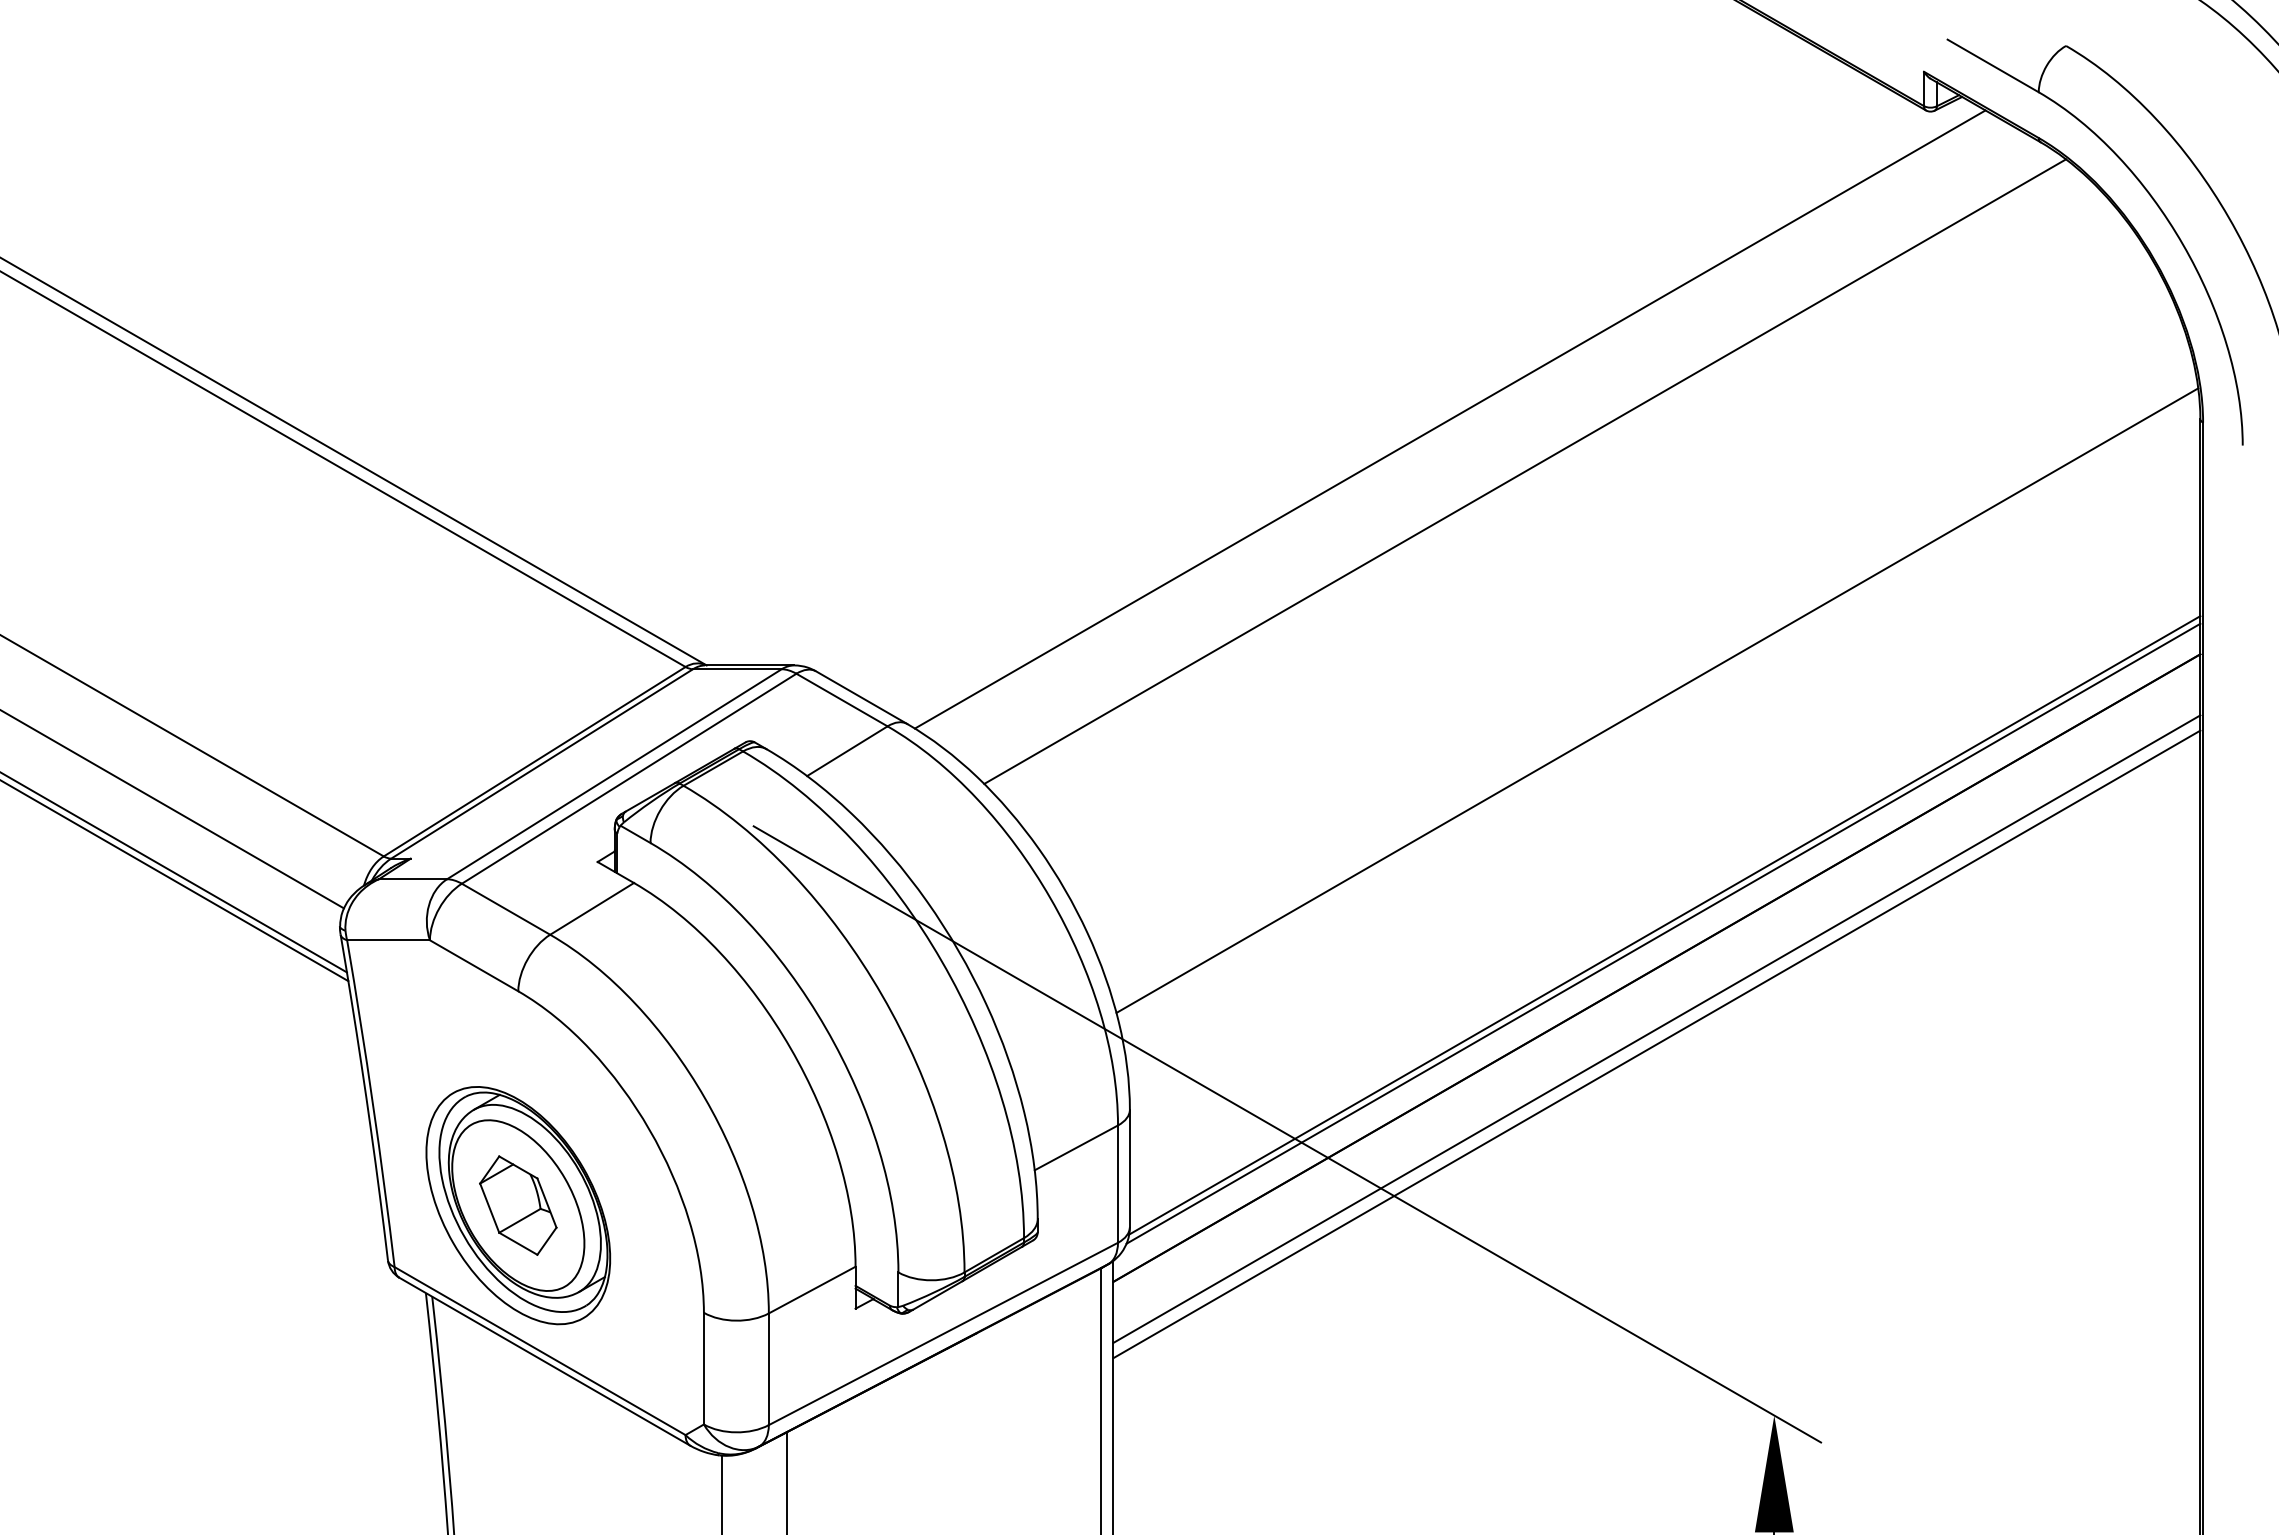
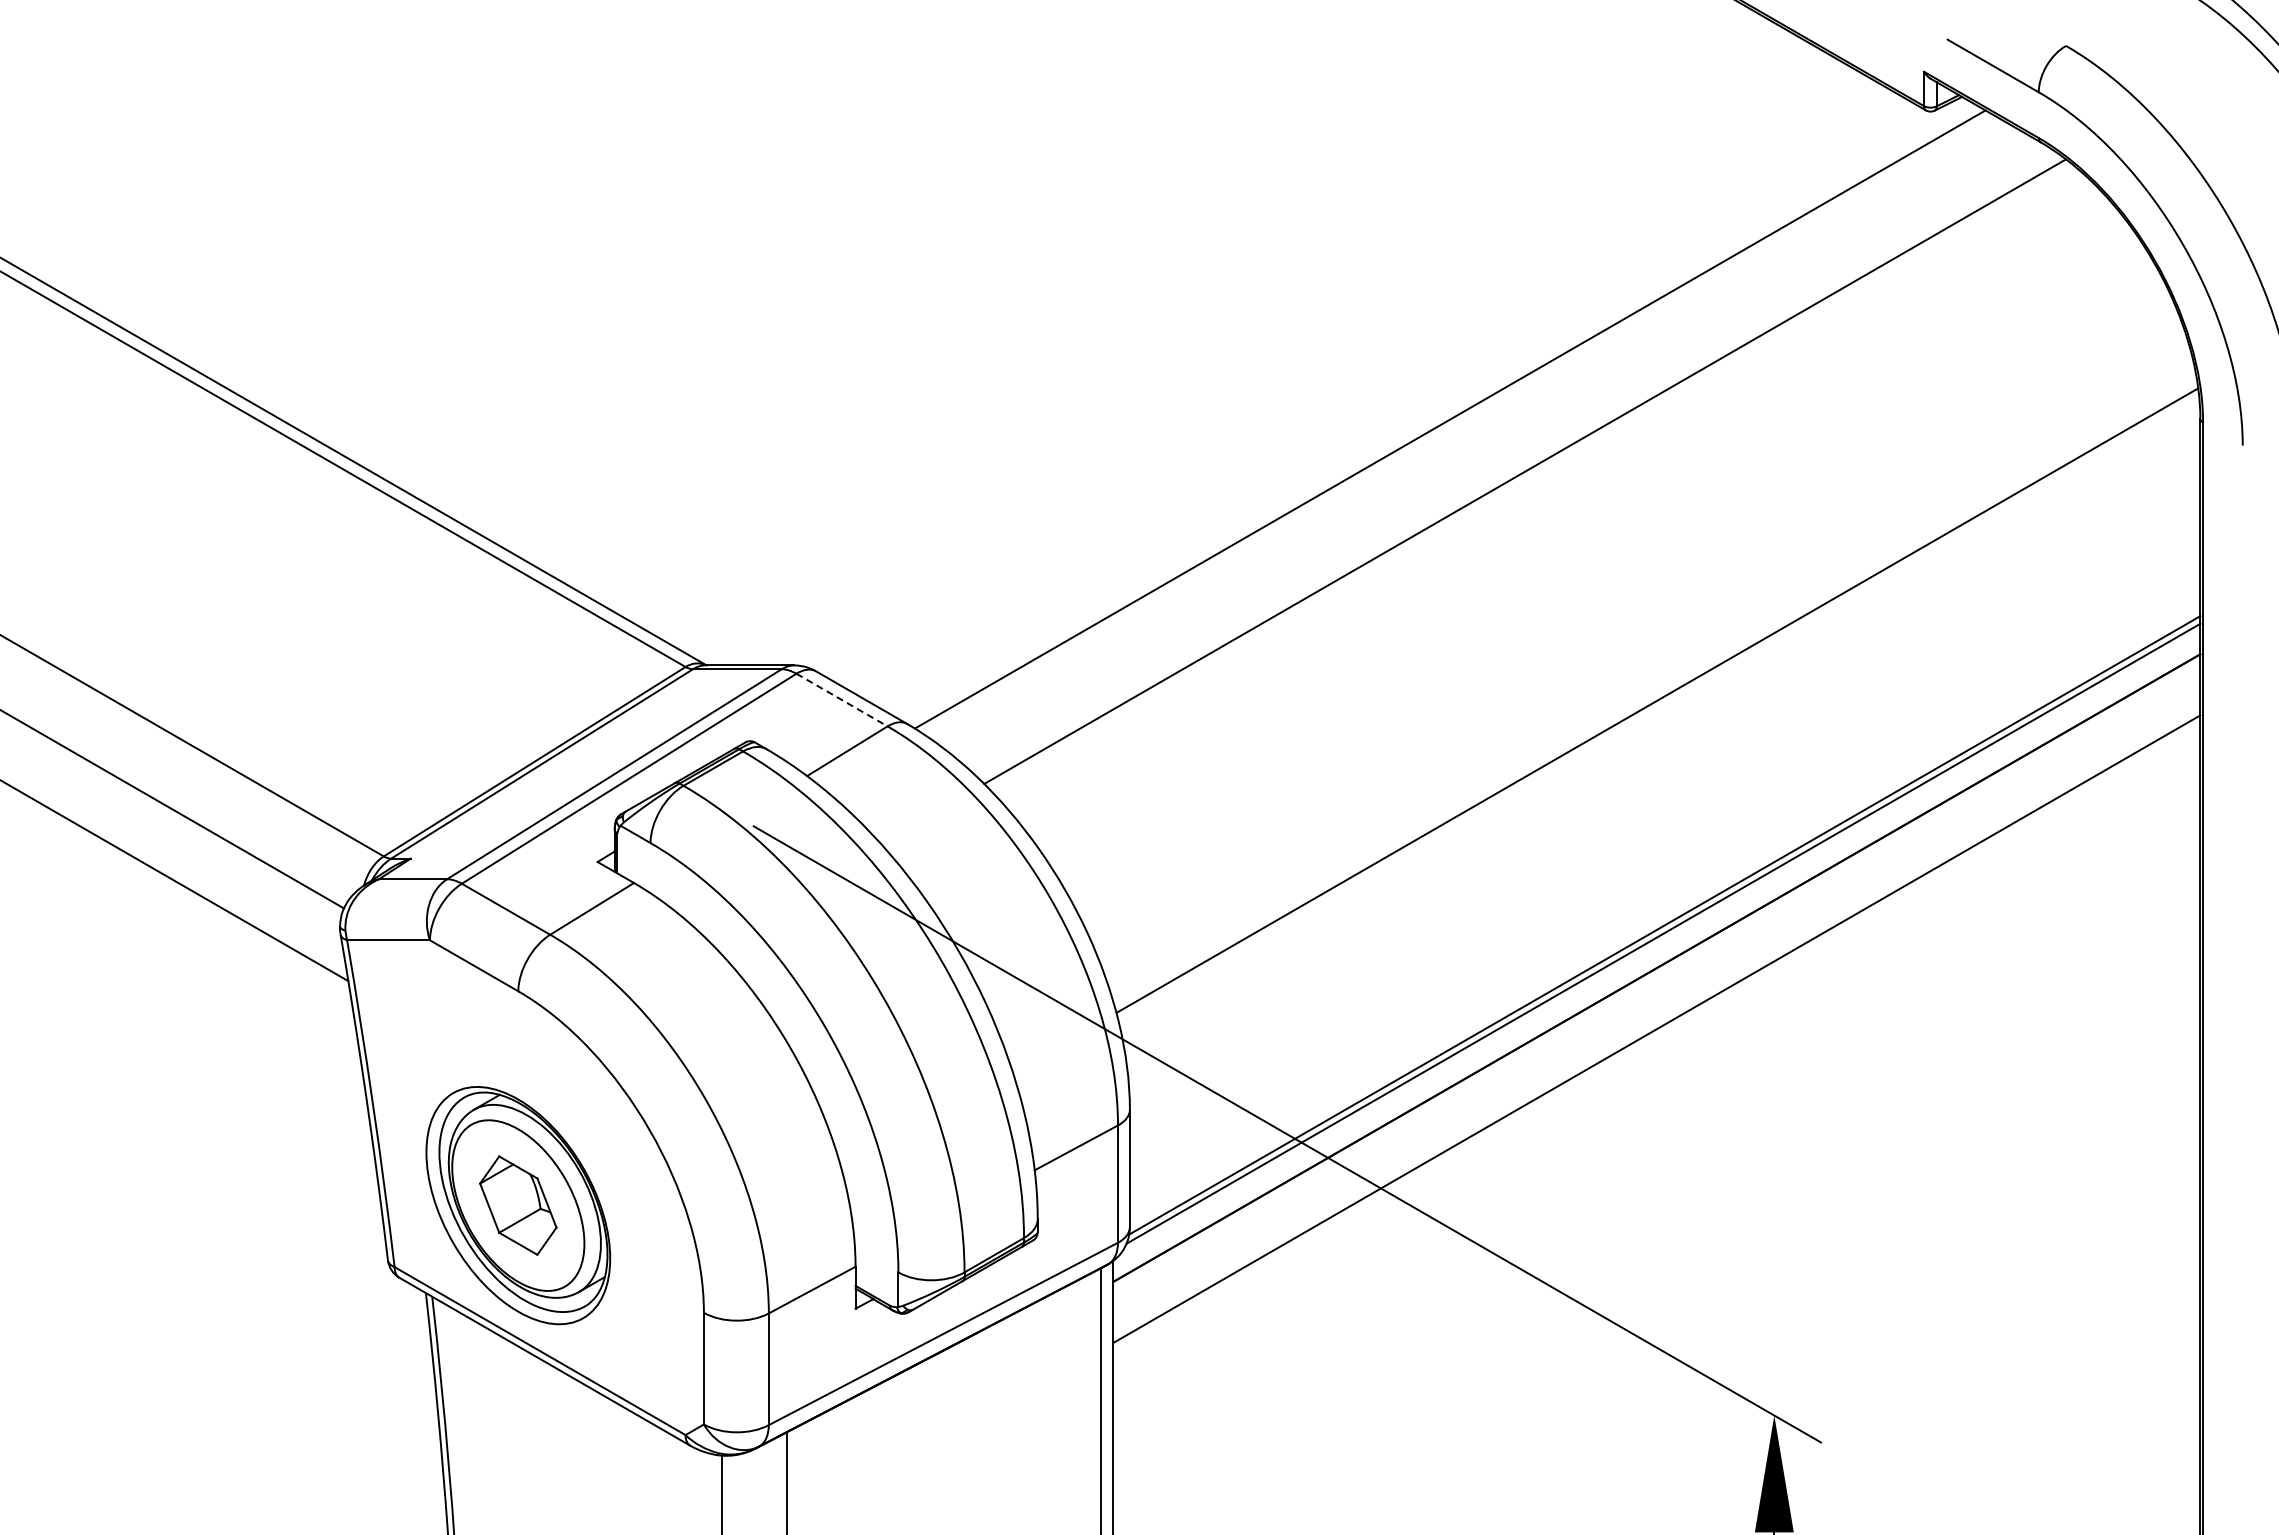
line at (842, 700): solid -> dashed
line at (174, 872): present -> none
line at (1656, 1044): present -> none
